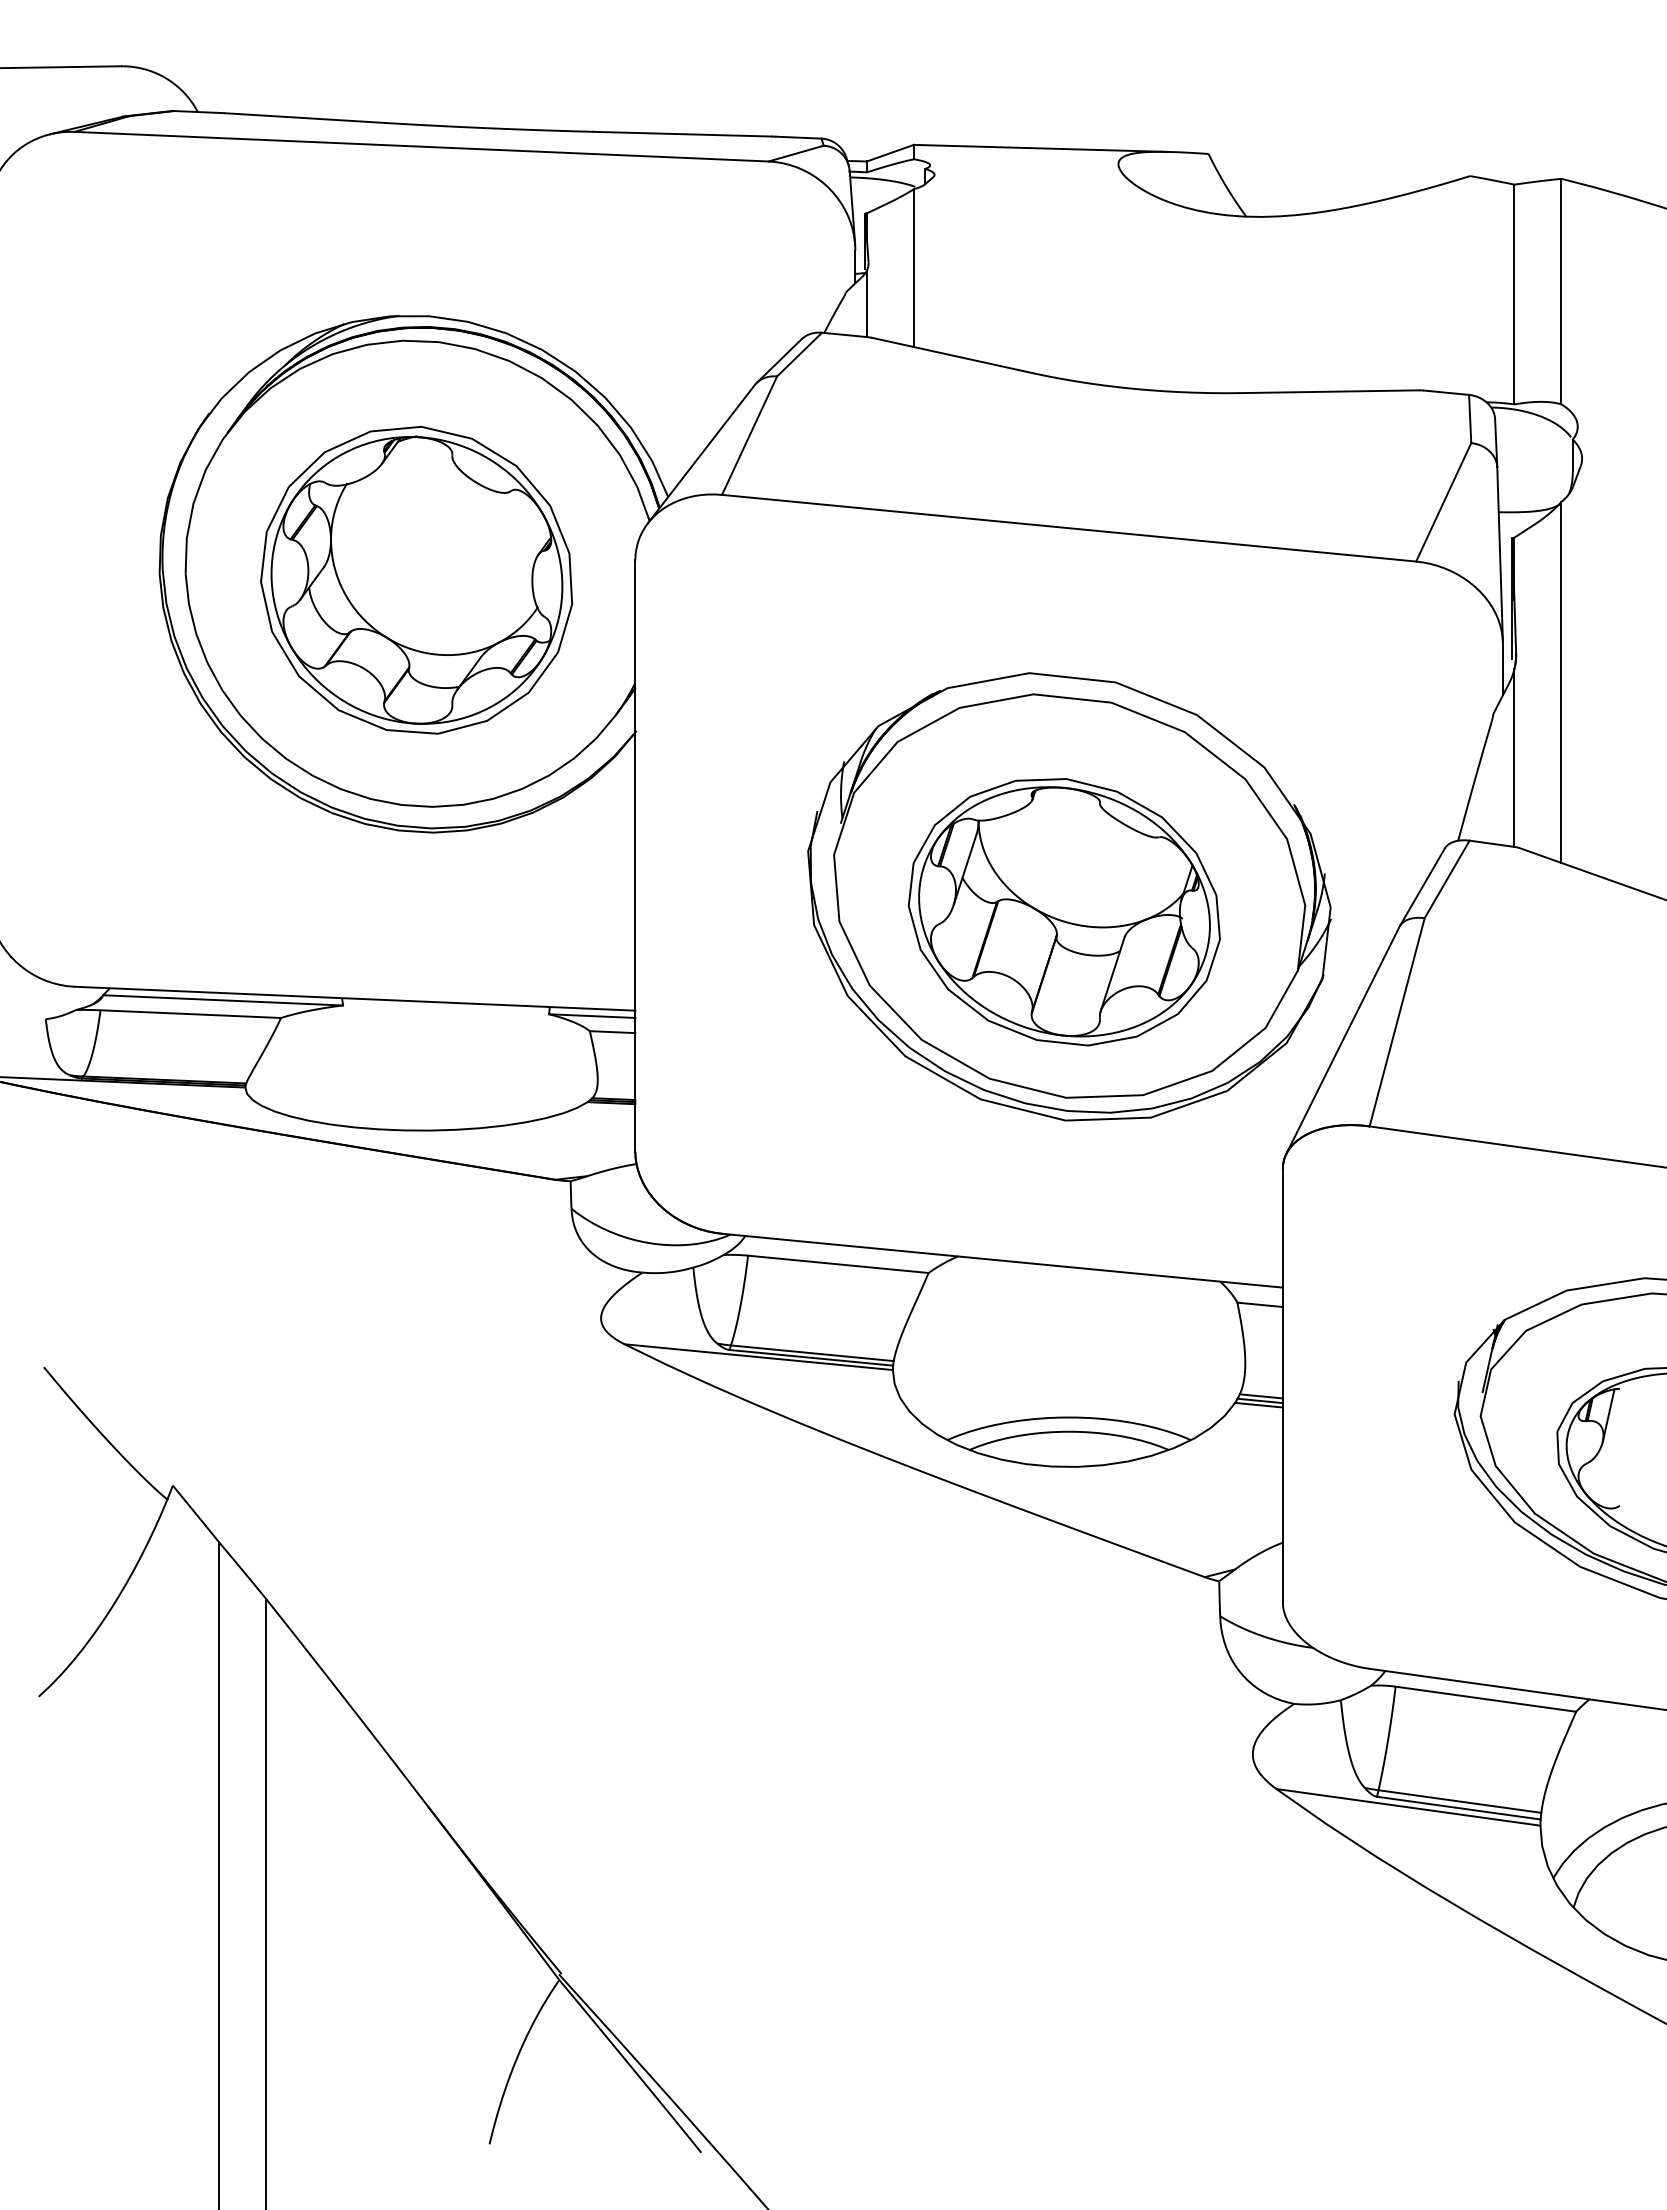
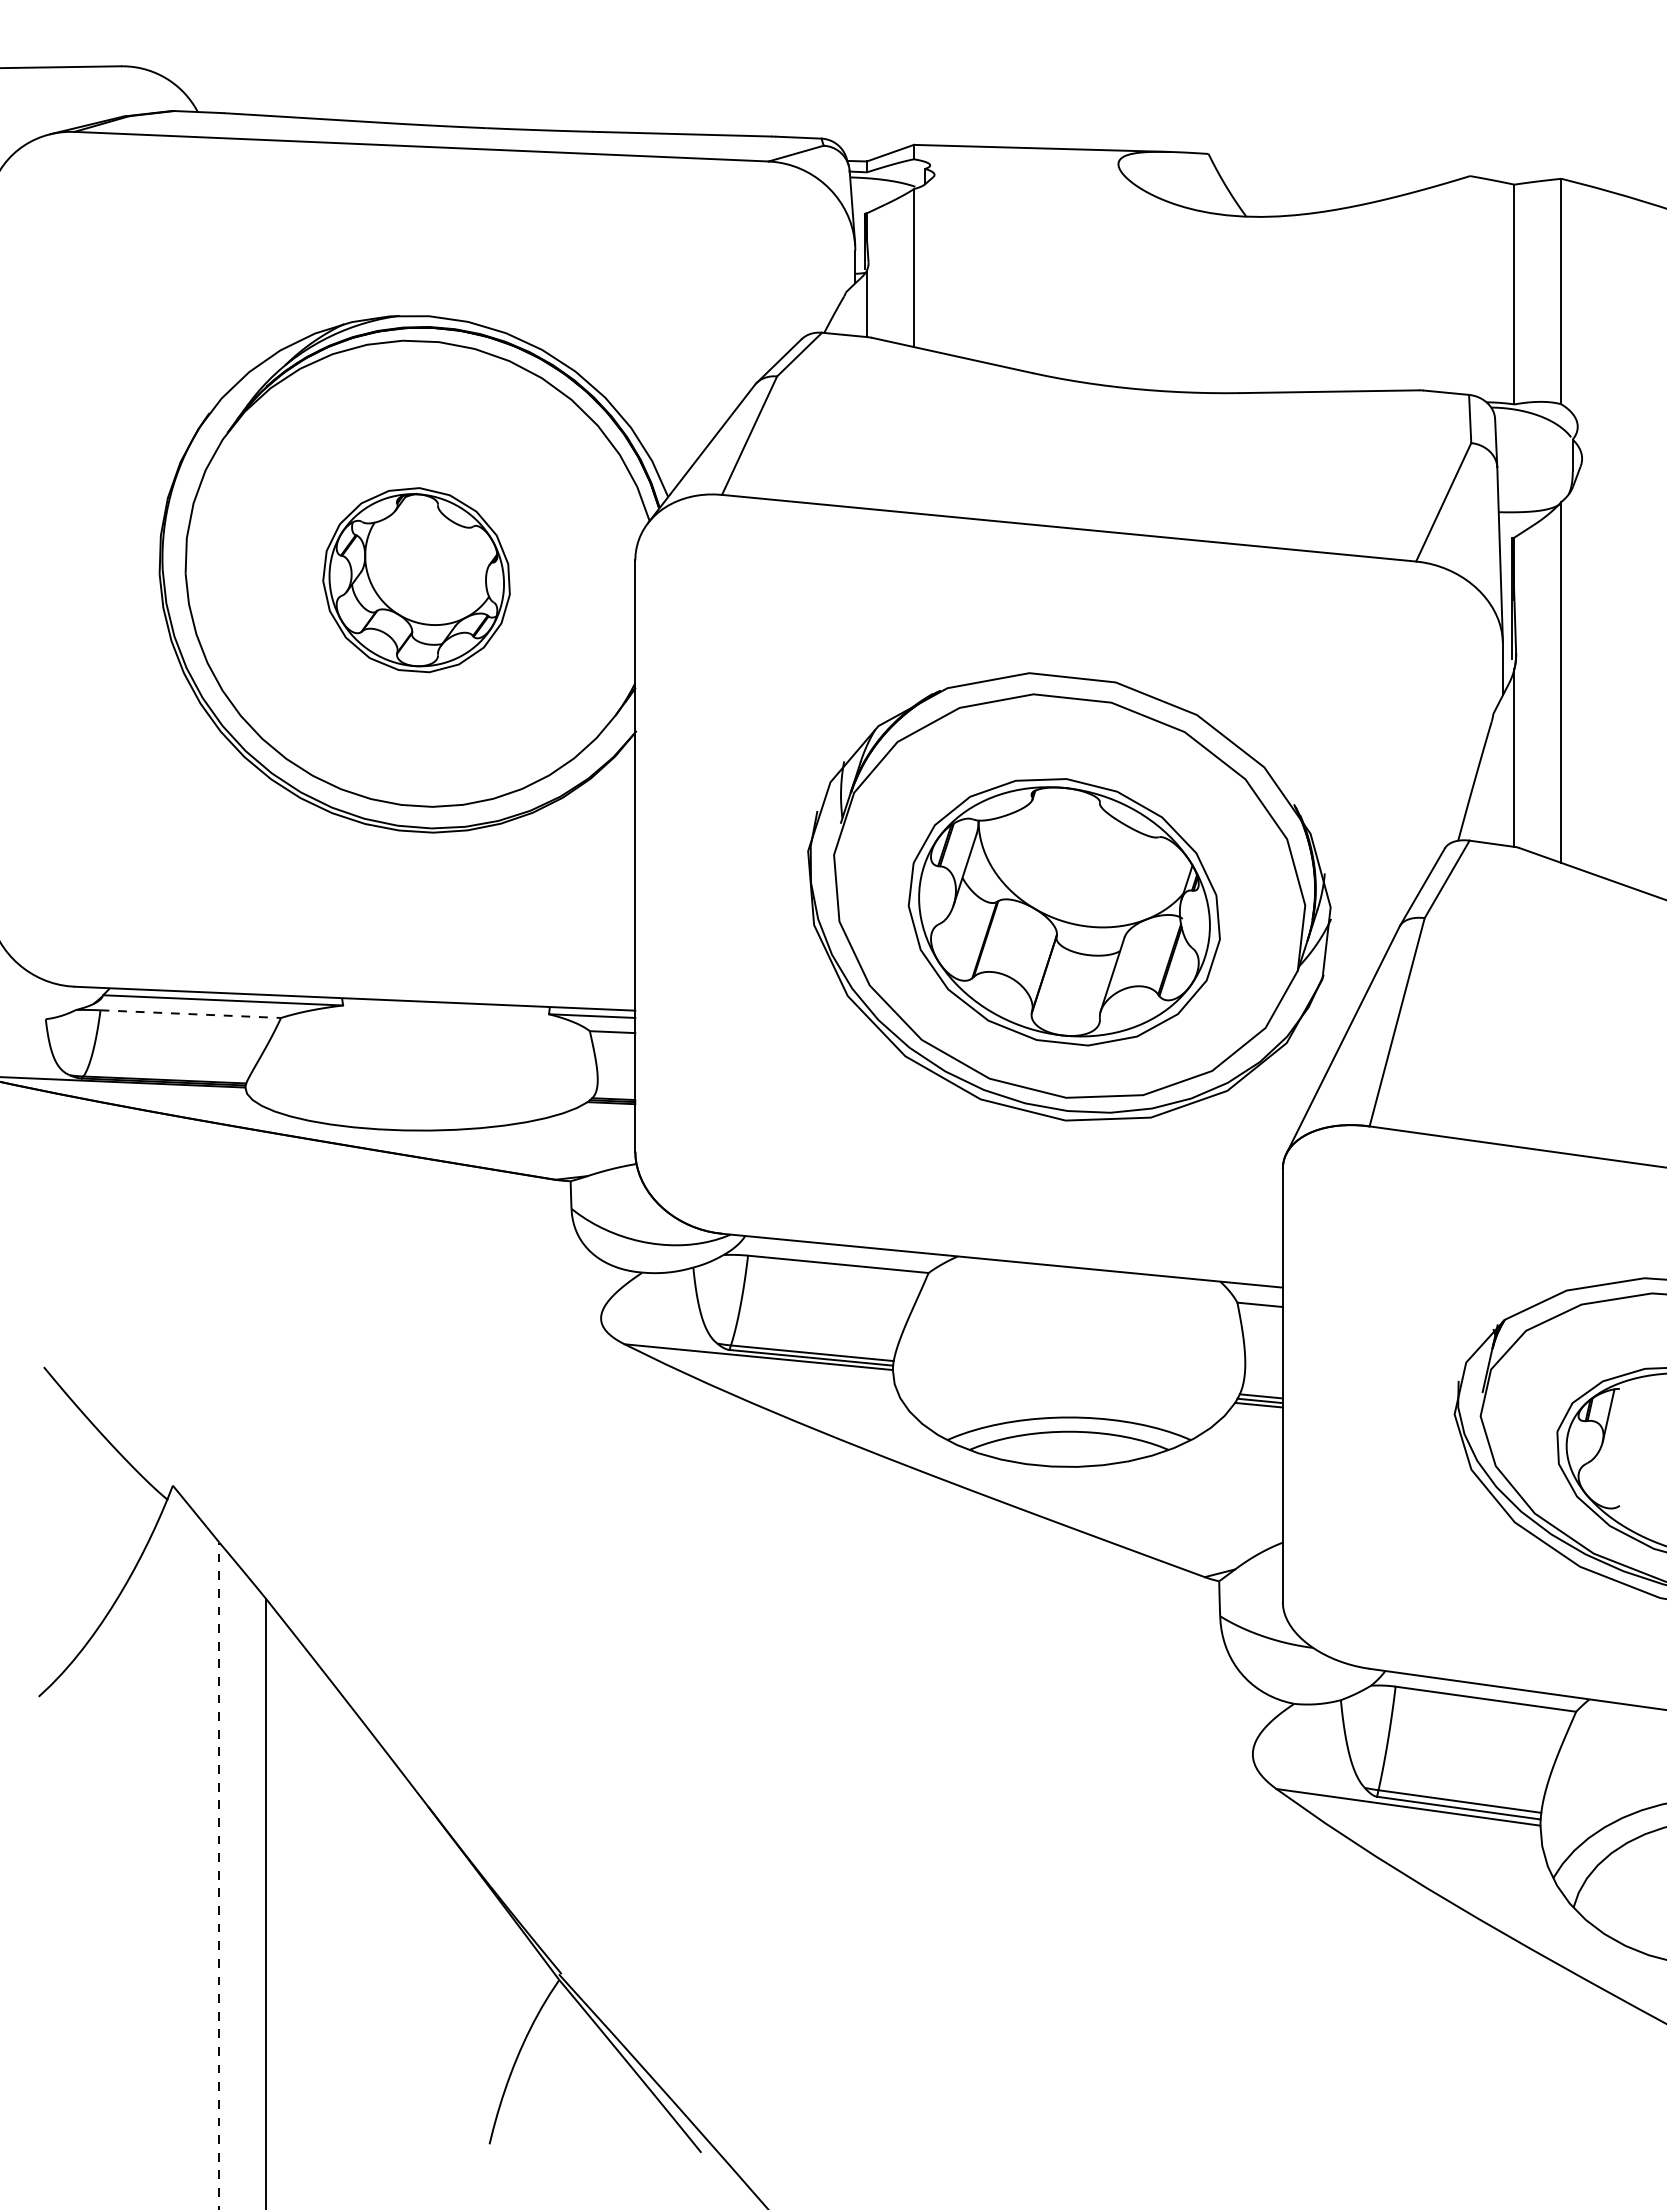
part at (416, 579) size: 313x310 px -> 189x187 px
line at (191, 1014): solid -> dashed
line at (219, 1876): solid -> dashed
